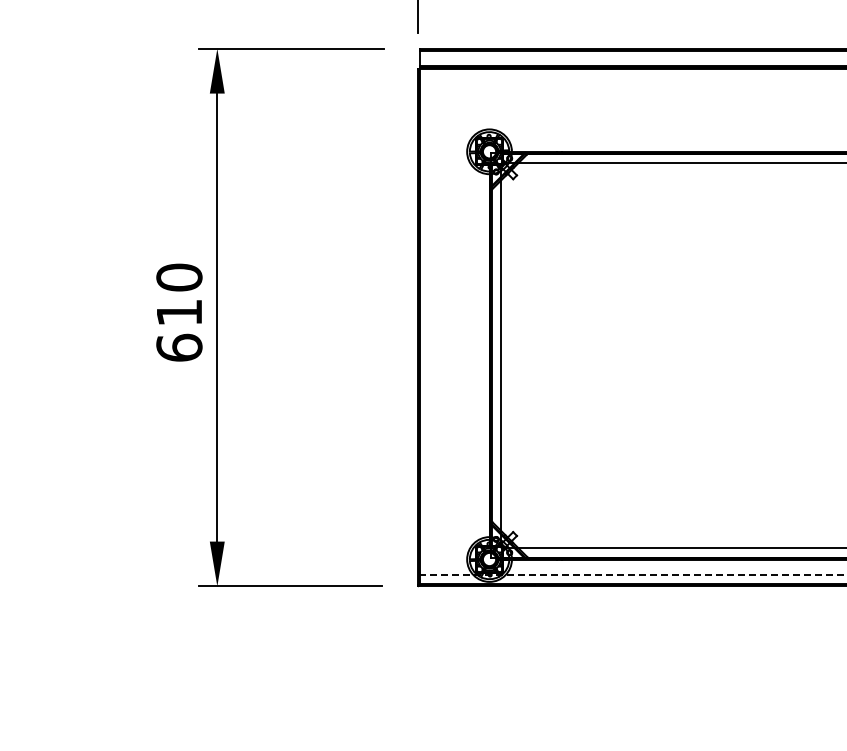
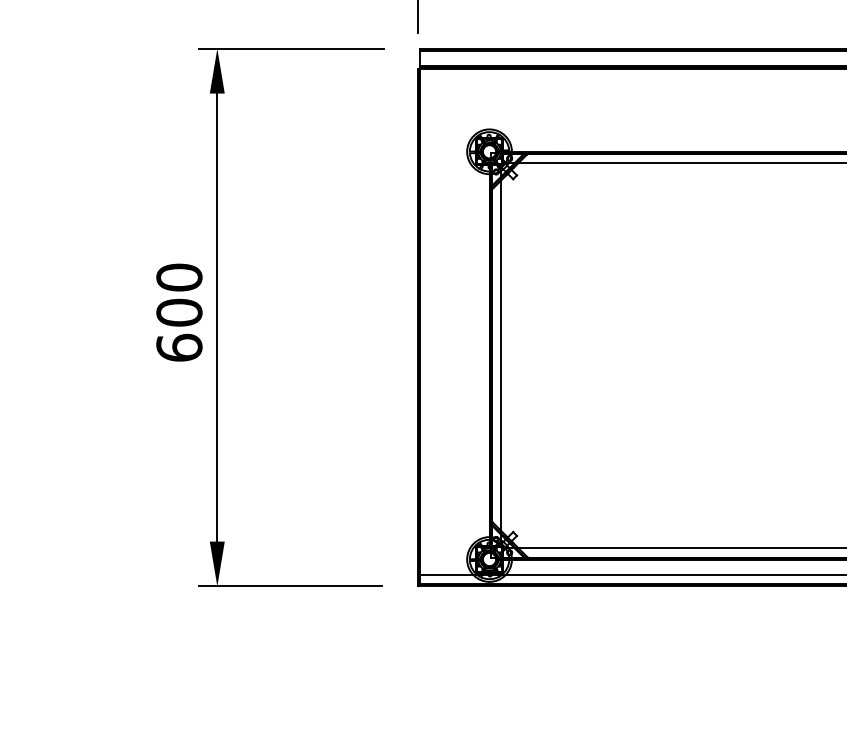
text at (179, 312): 610 -> 600
line at (633, 574): dashed -> solid
